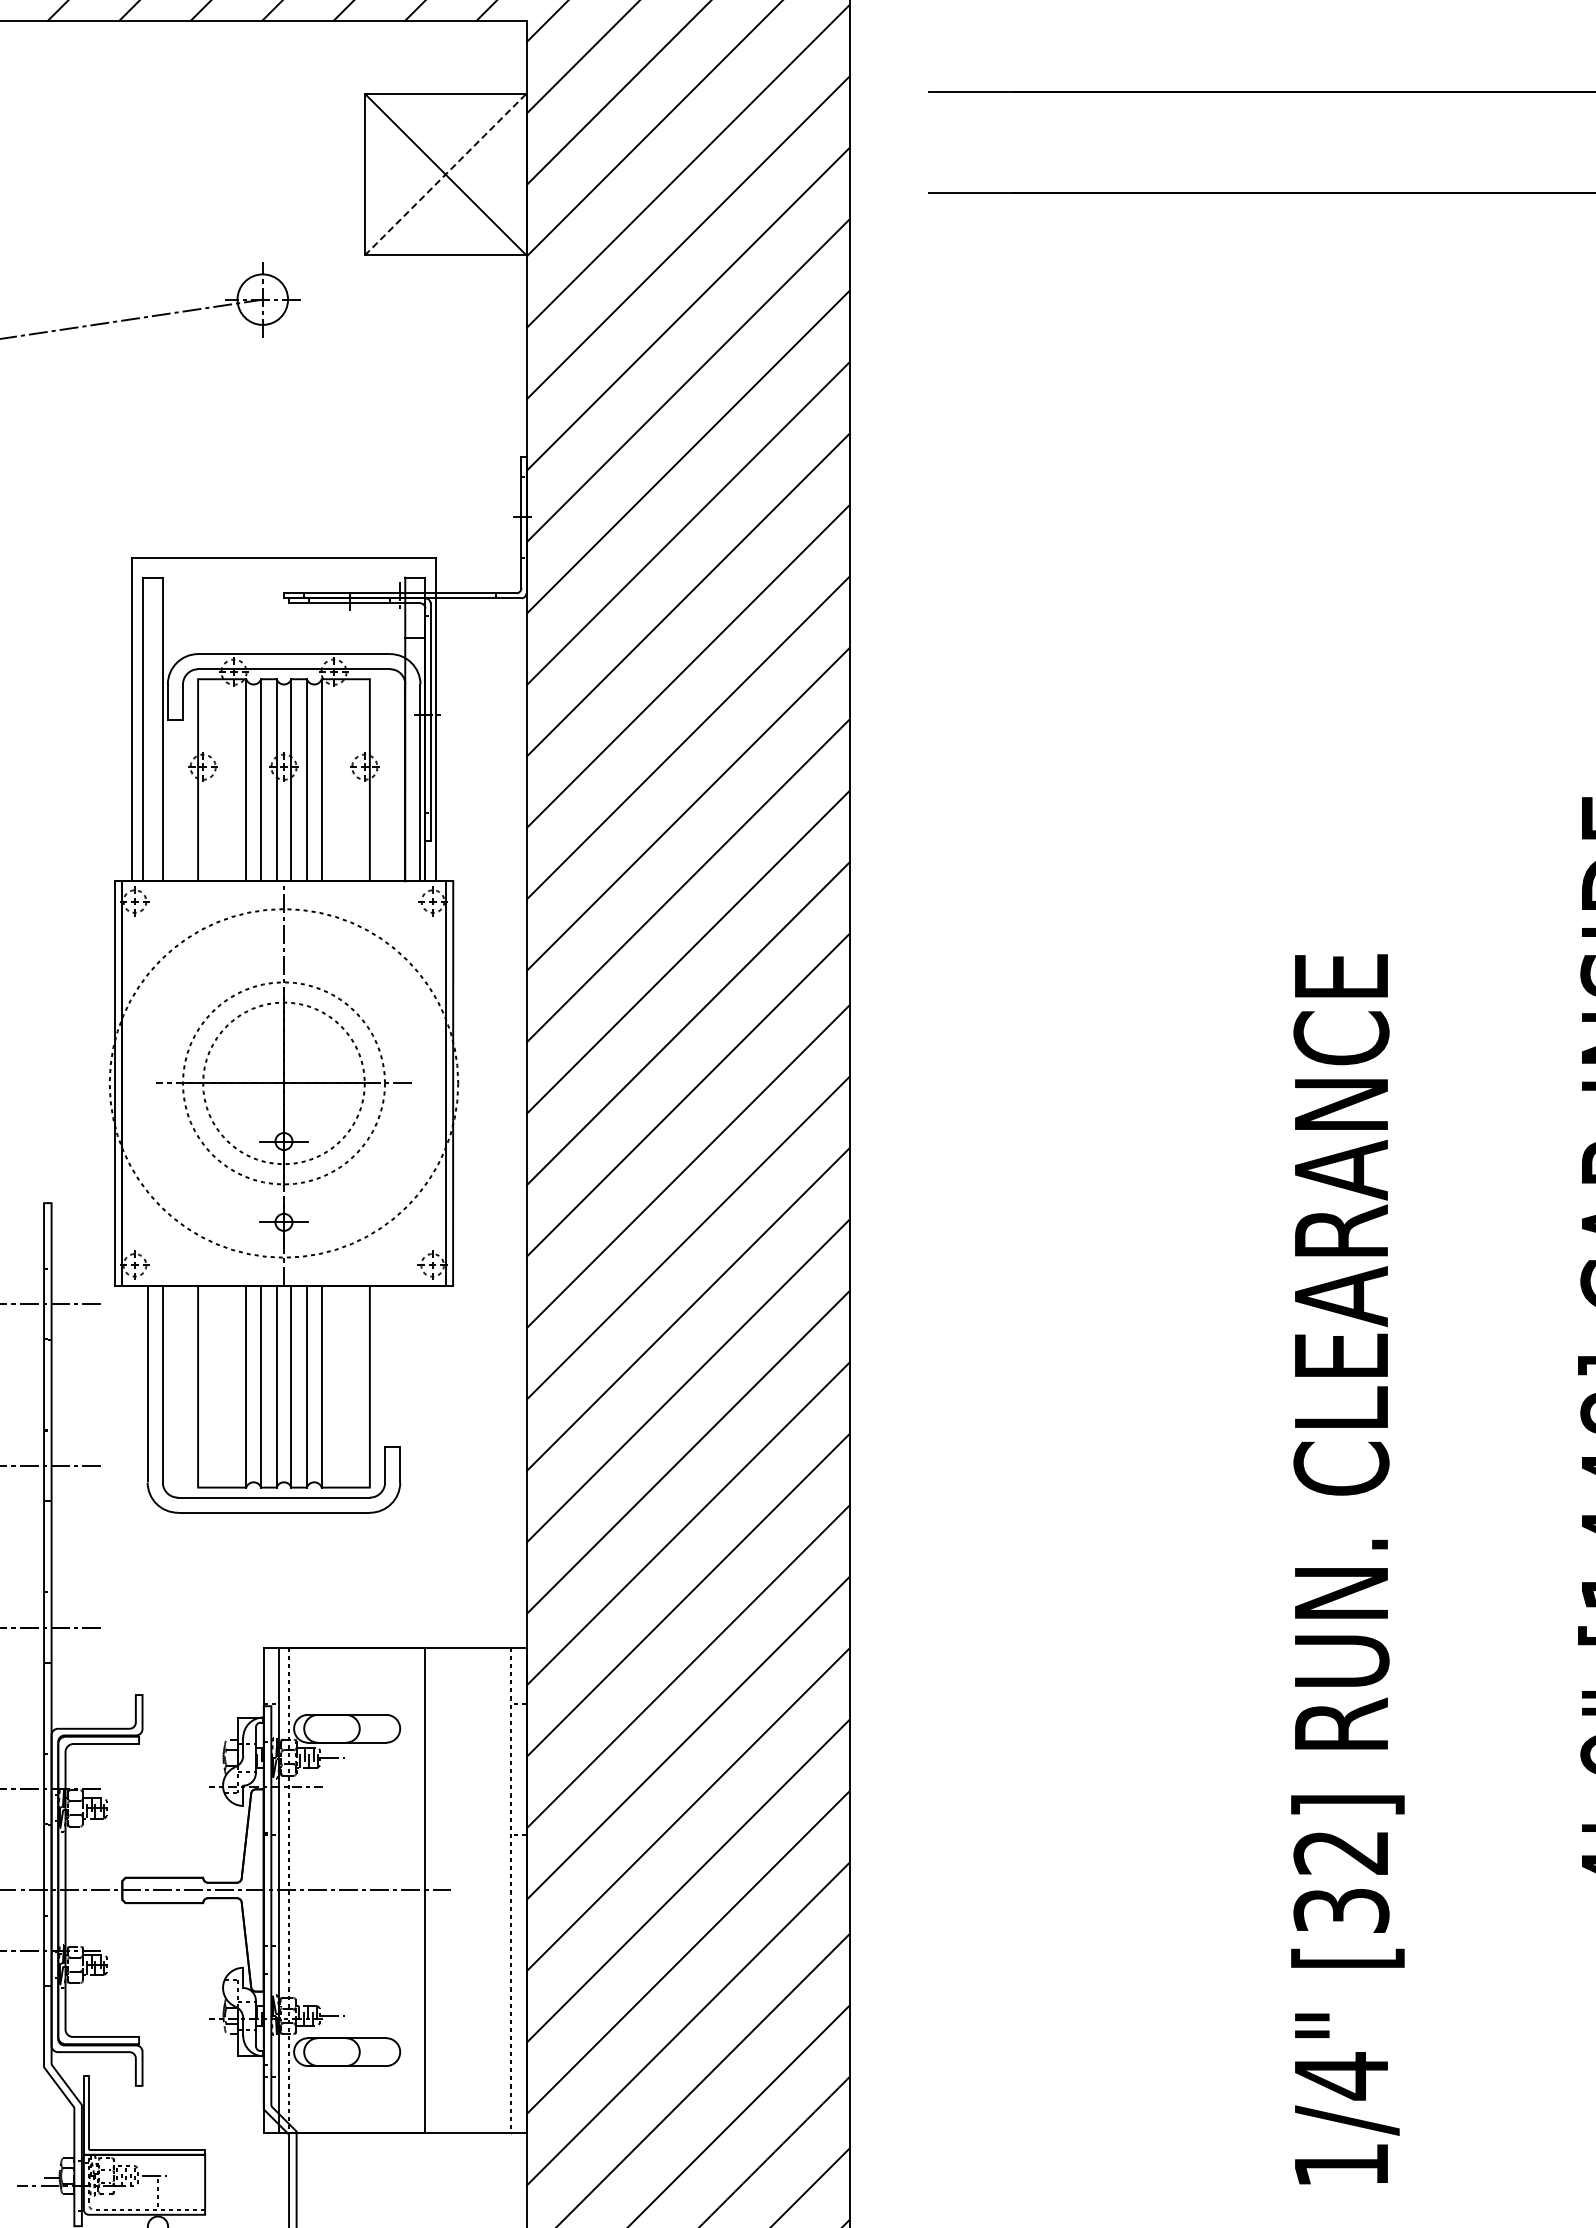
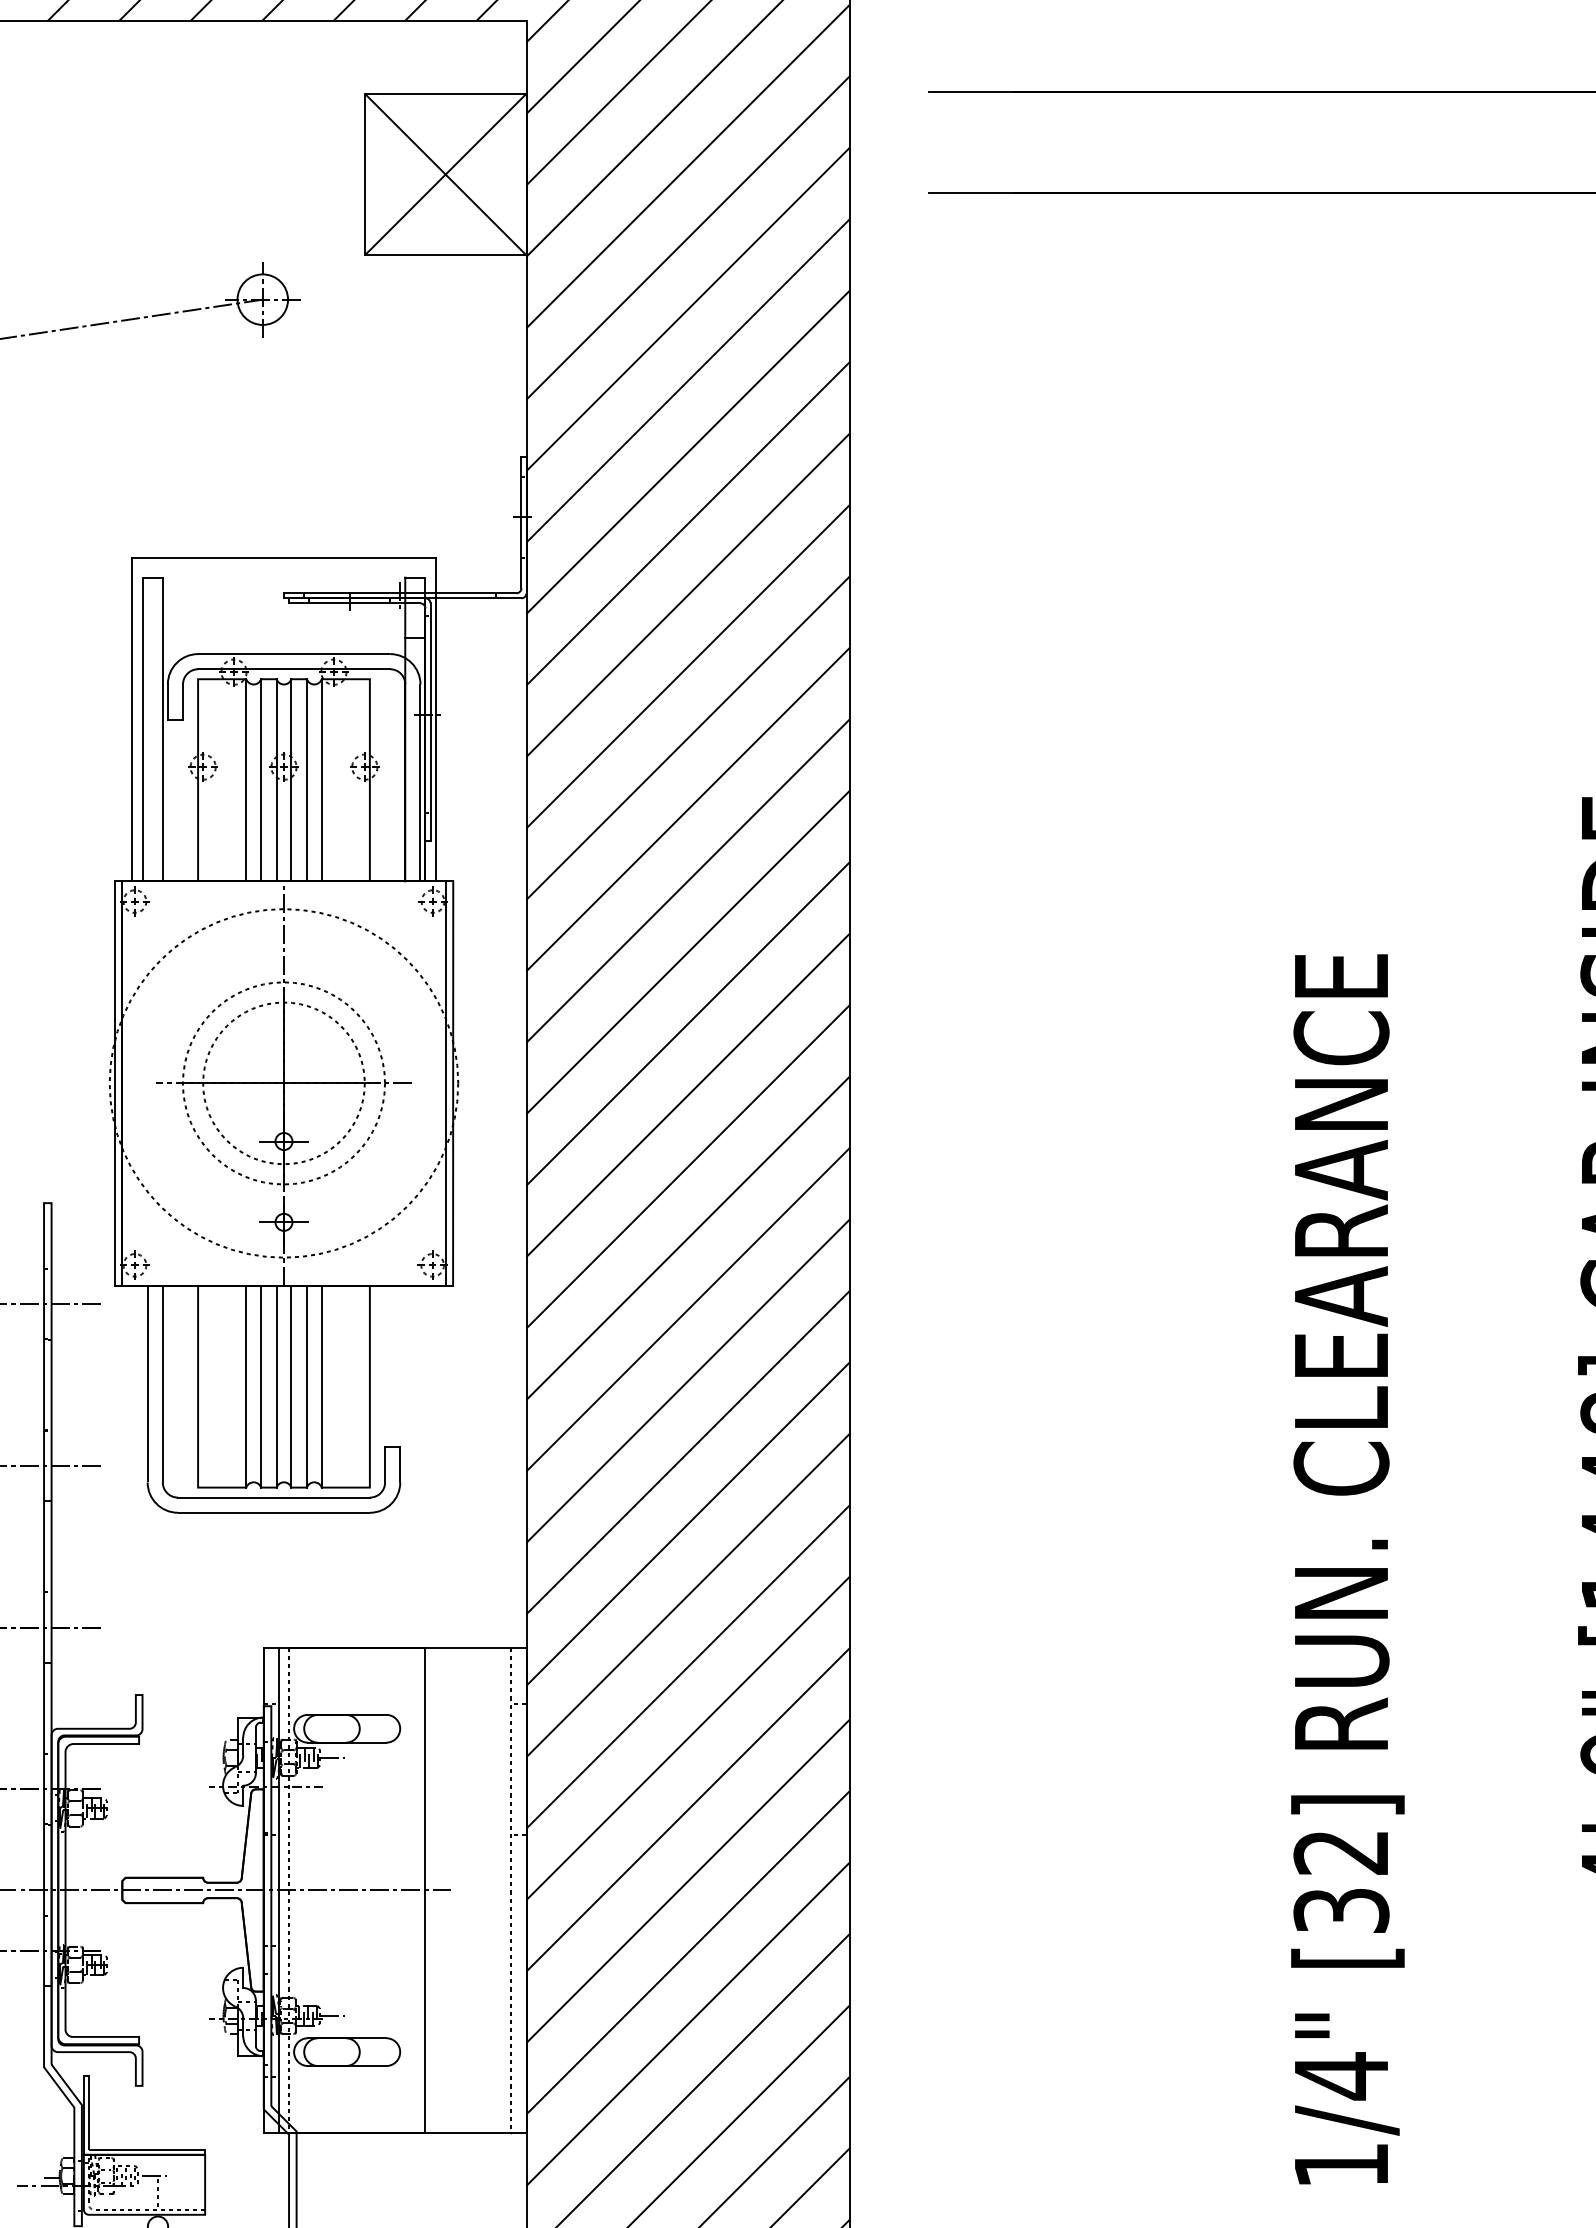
line at (446, 174): dashed -> solid
